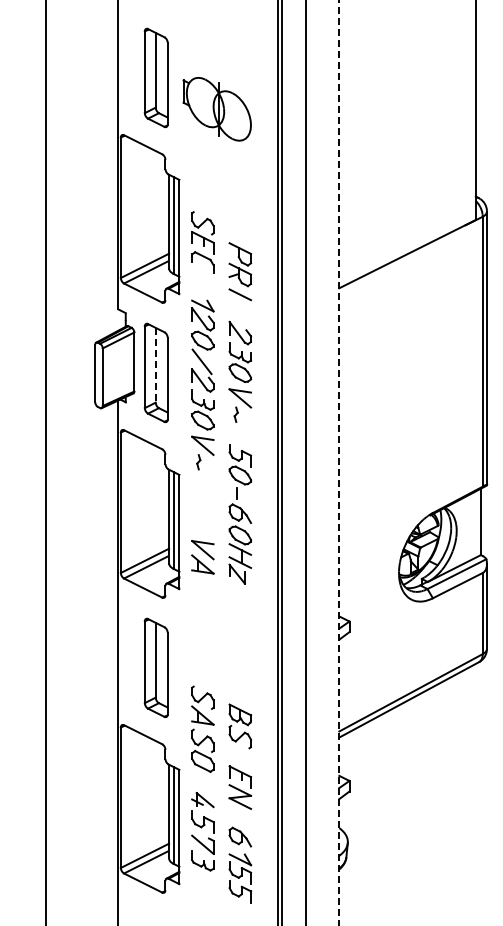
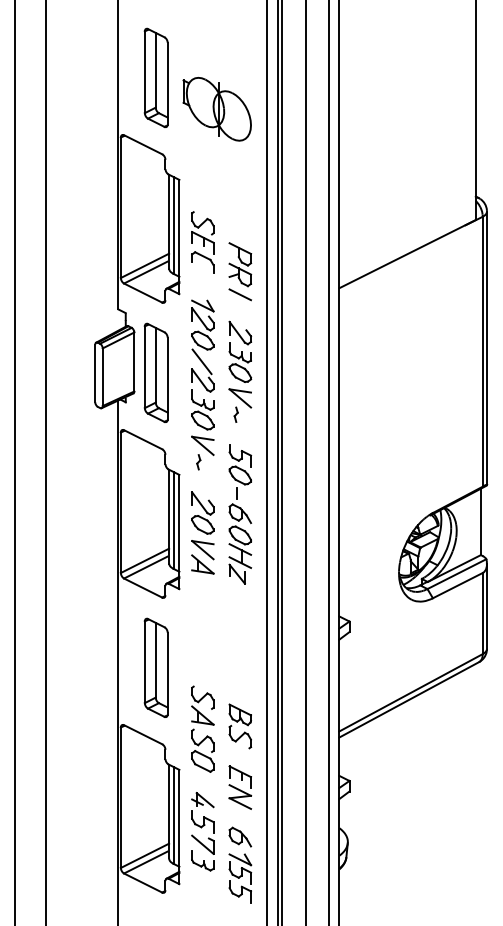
line at (155, 365): dashed -> solid
line at (15, 462): none -> present
line at (266, 462): none -> present
line at (328, 462): none -> present
line at (339, 463): dashed -> solid
part at (202, 512): none -> present
